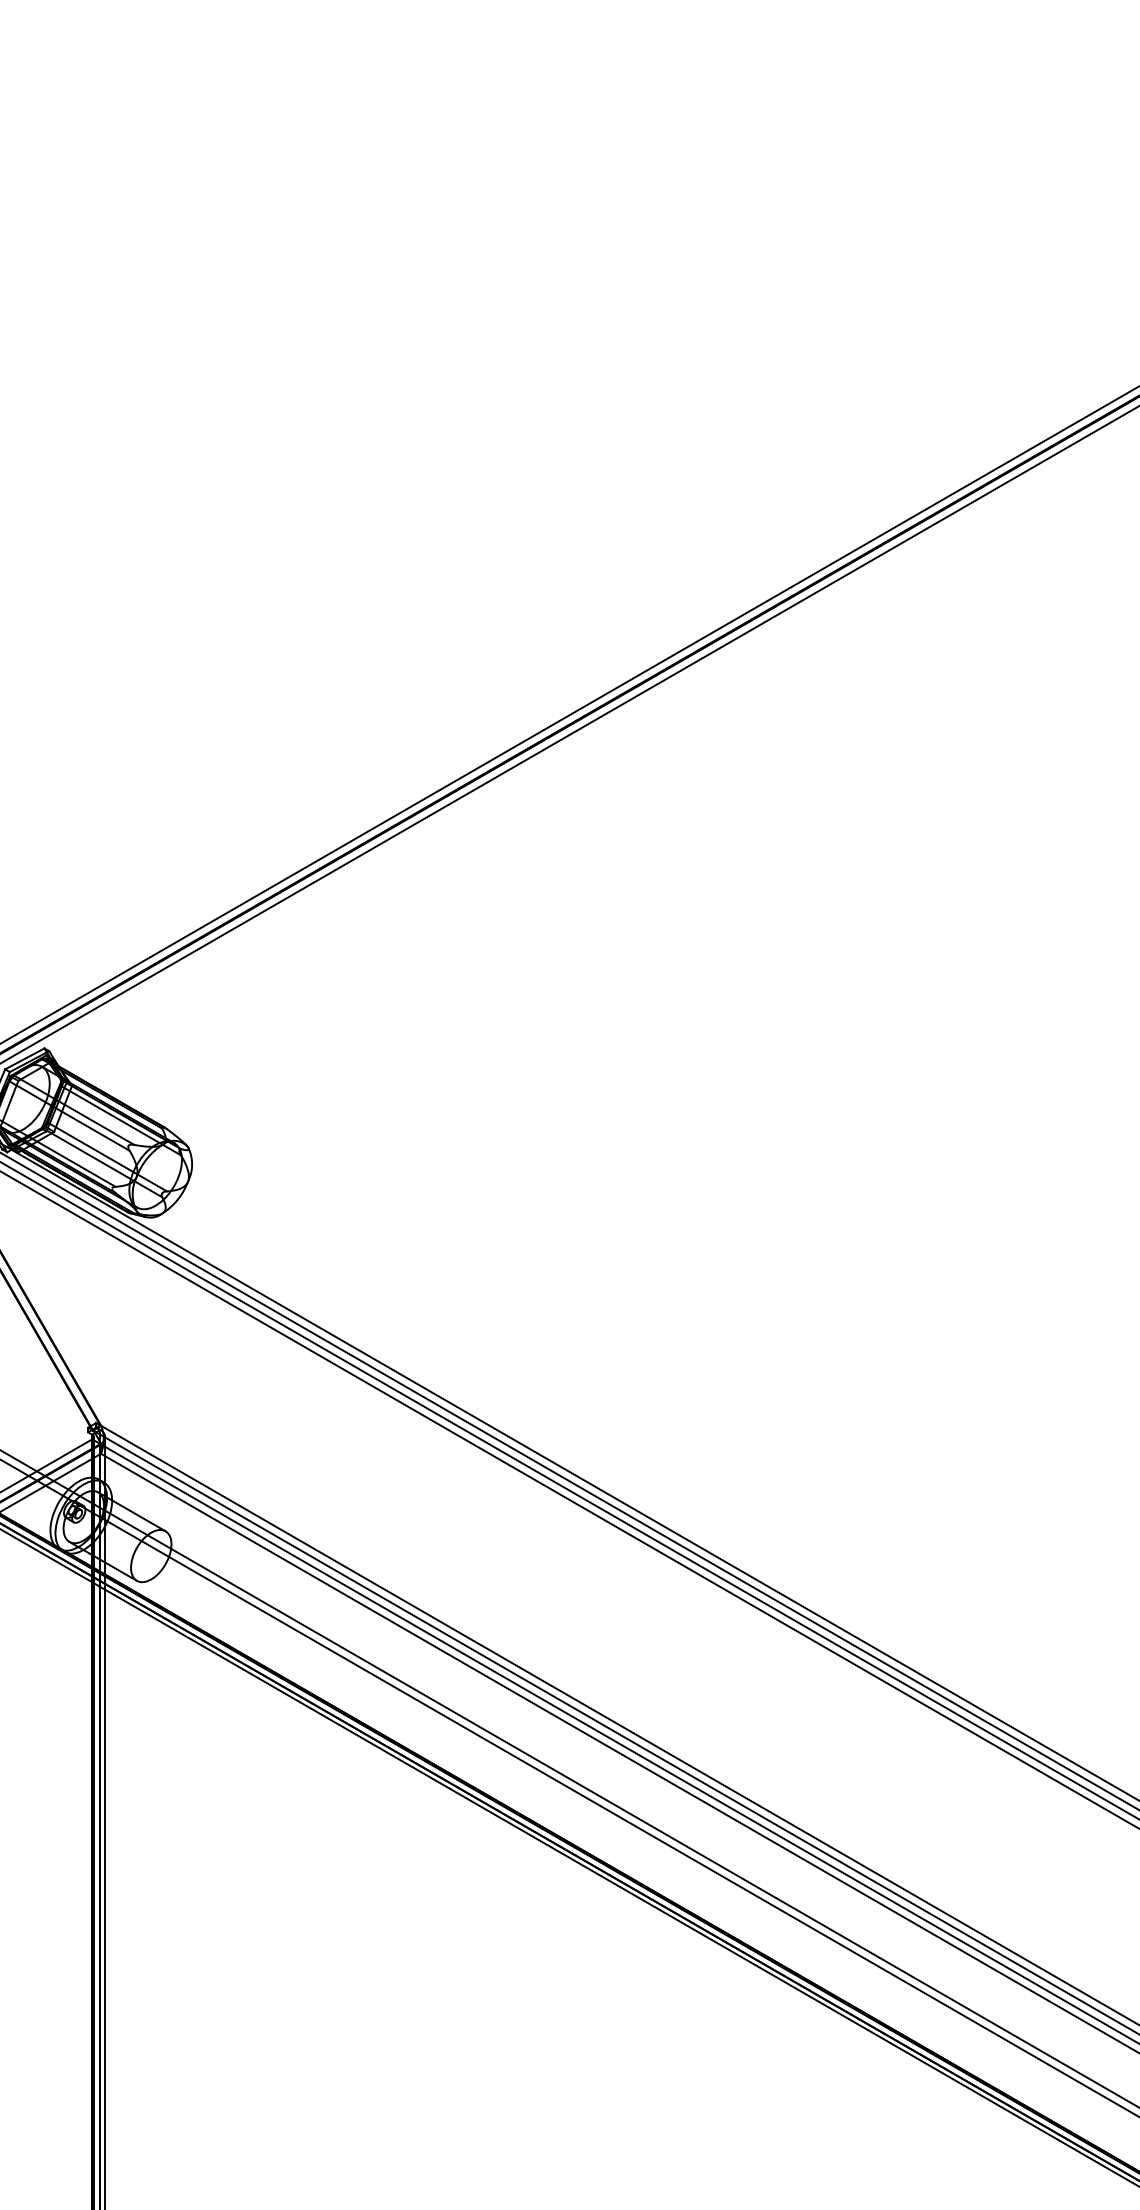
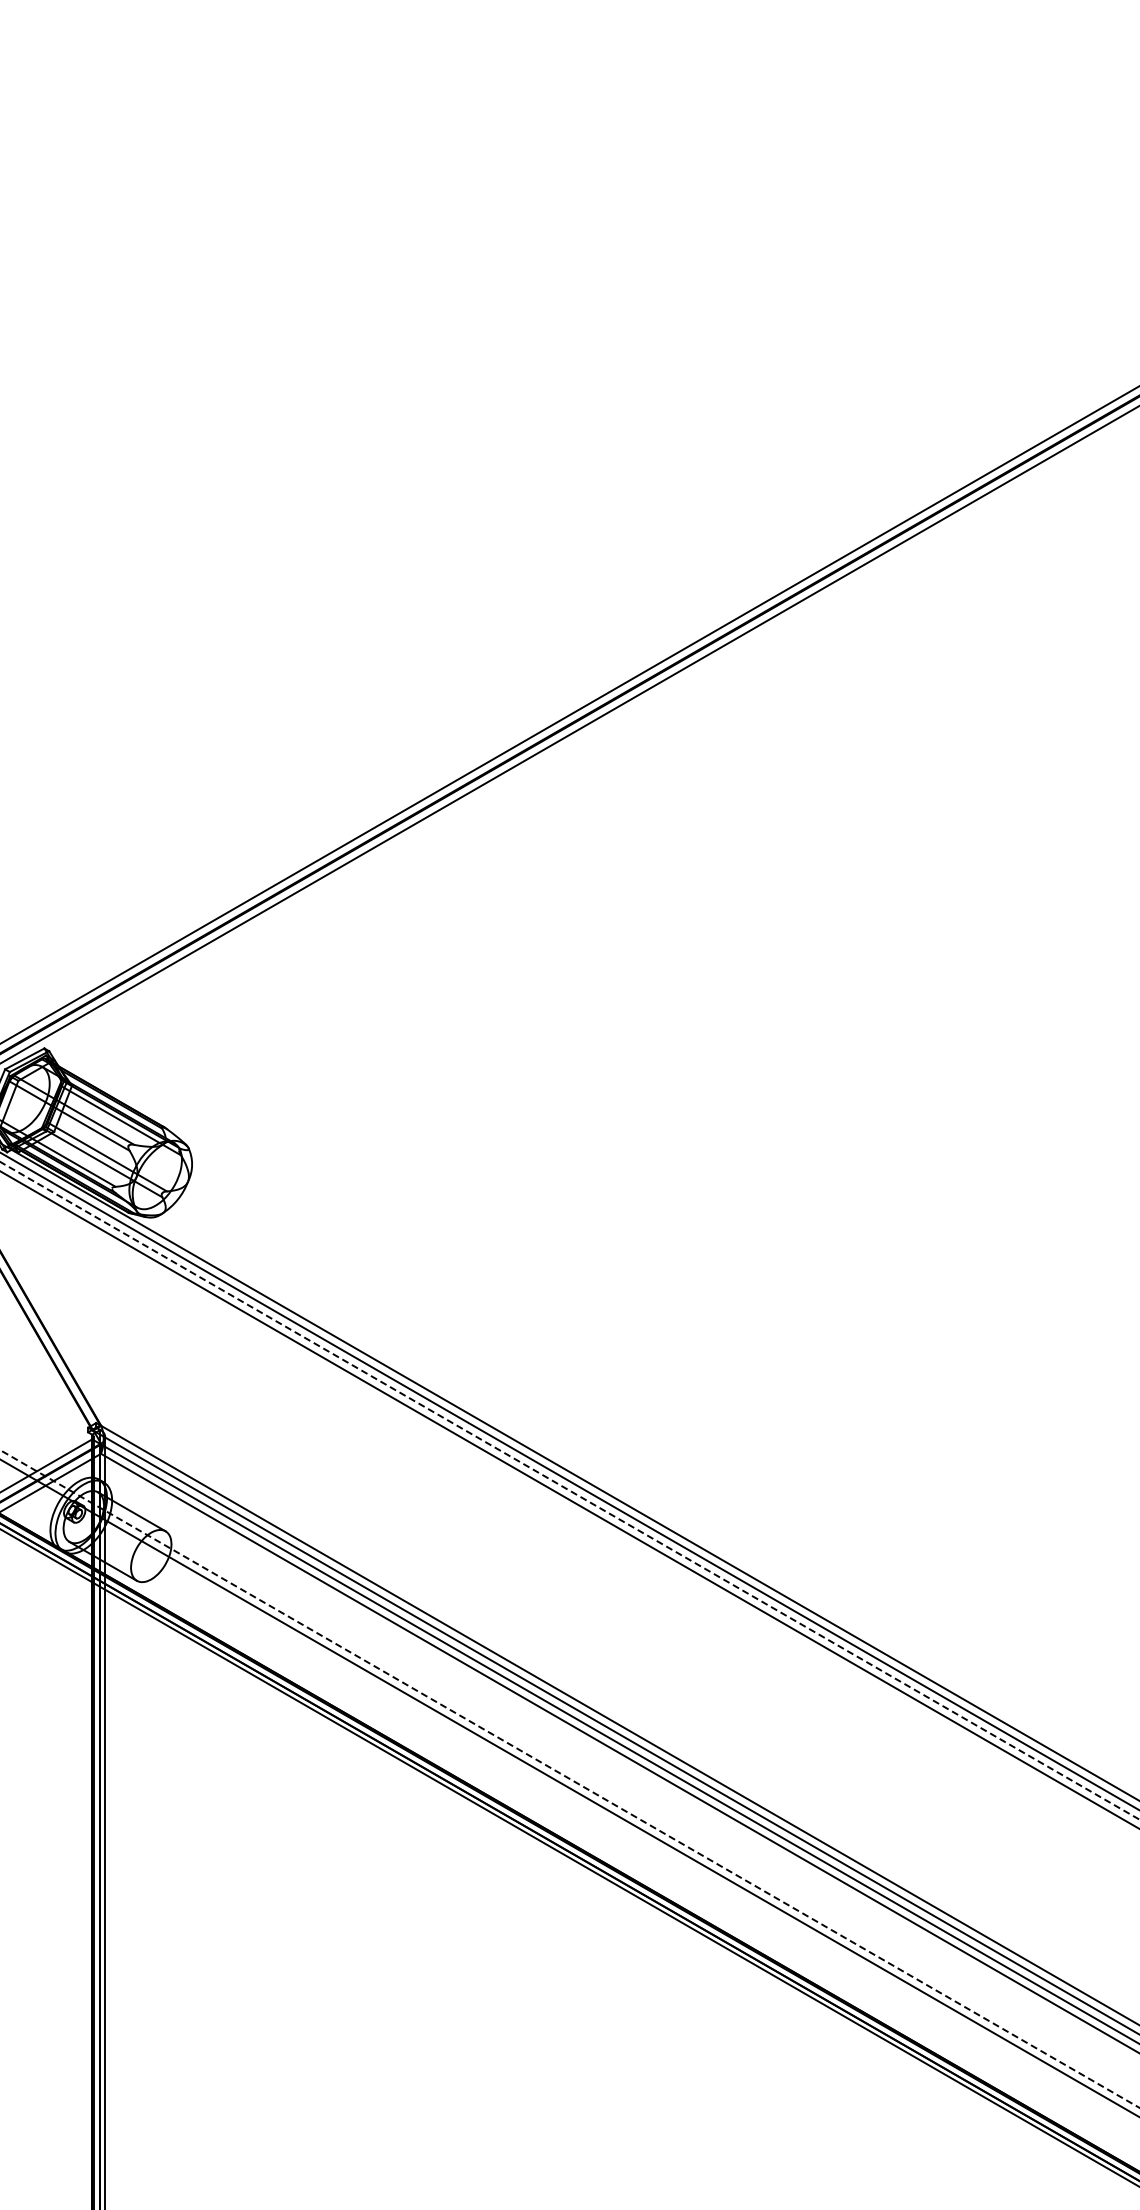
line at (570, 1490): solid -> dashed
line at (569, 1778): solid -> dashed
